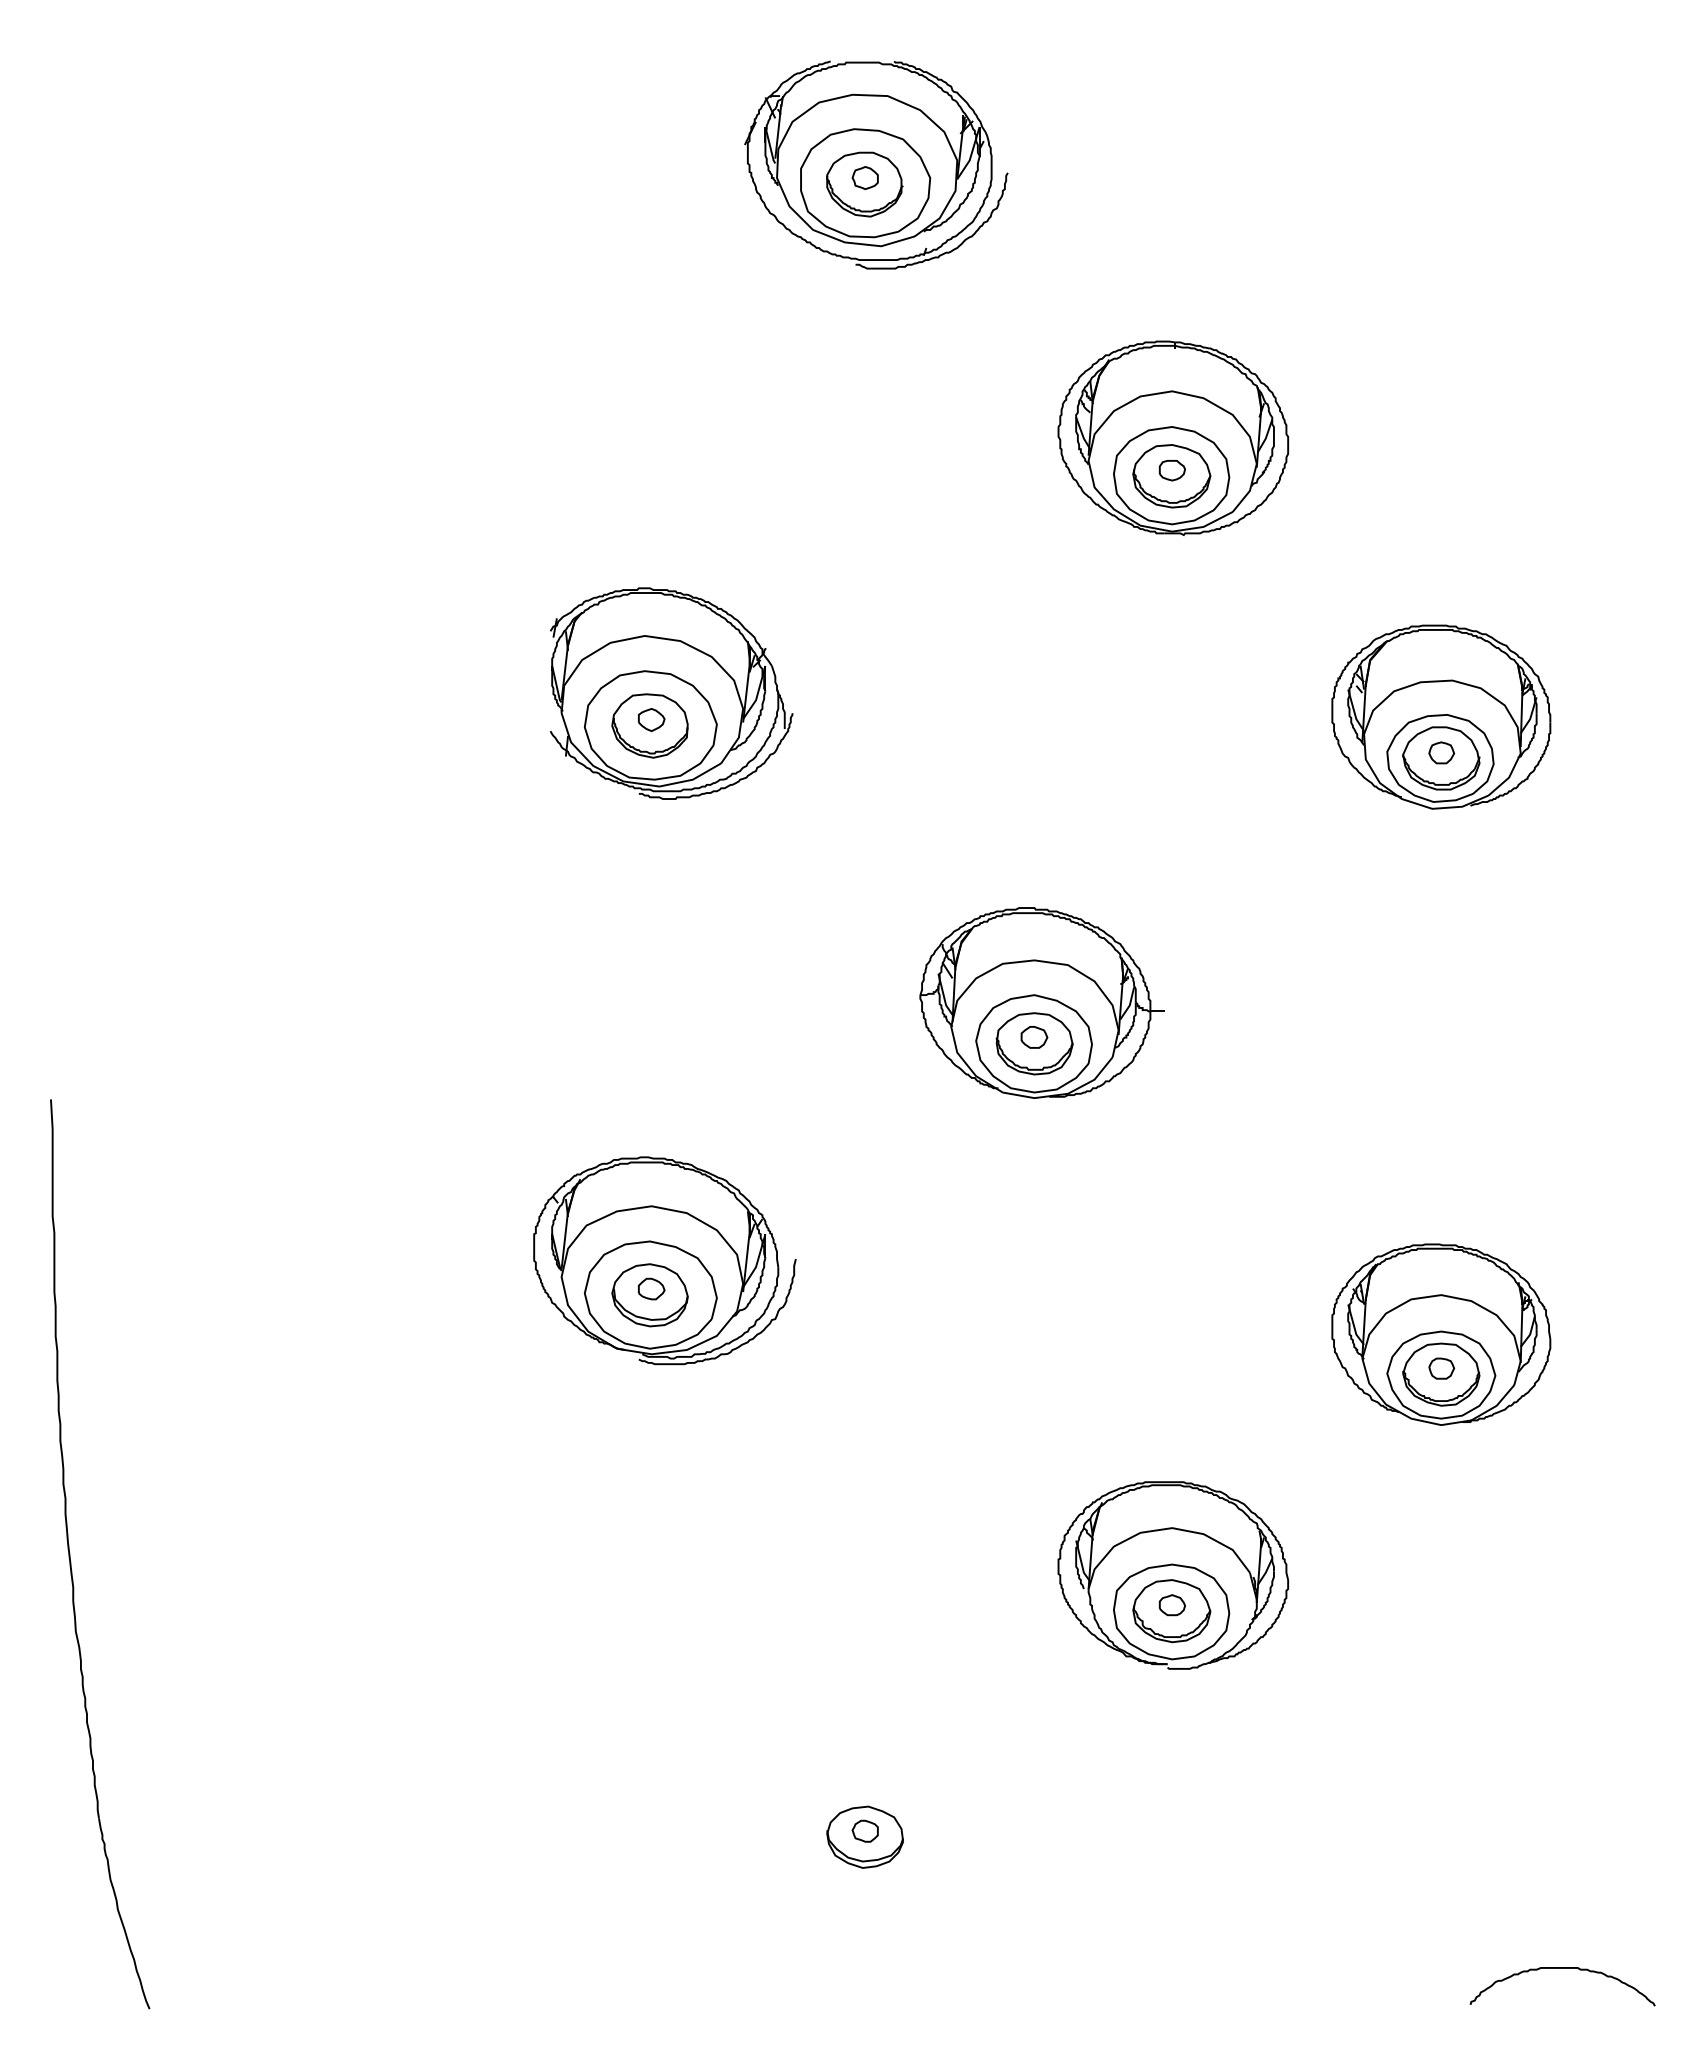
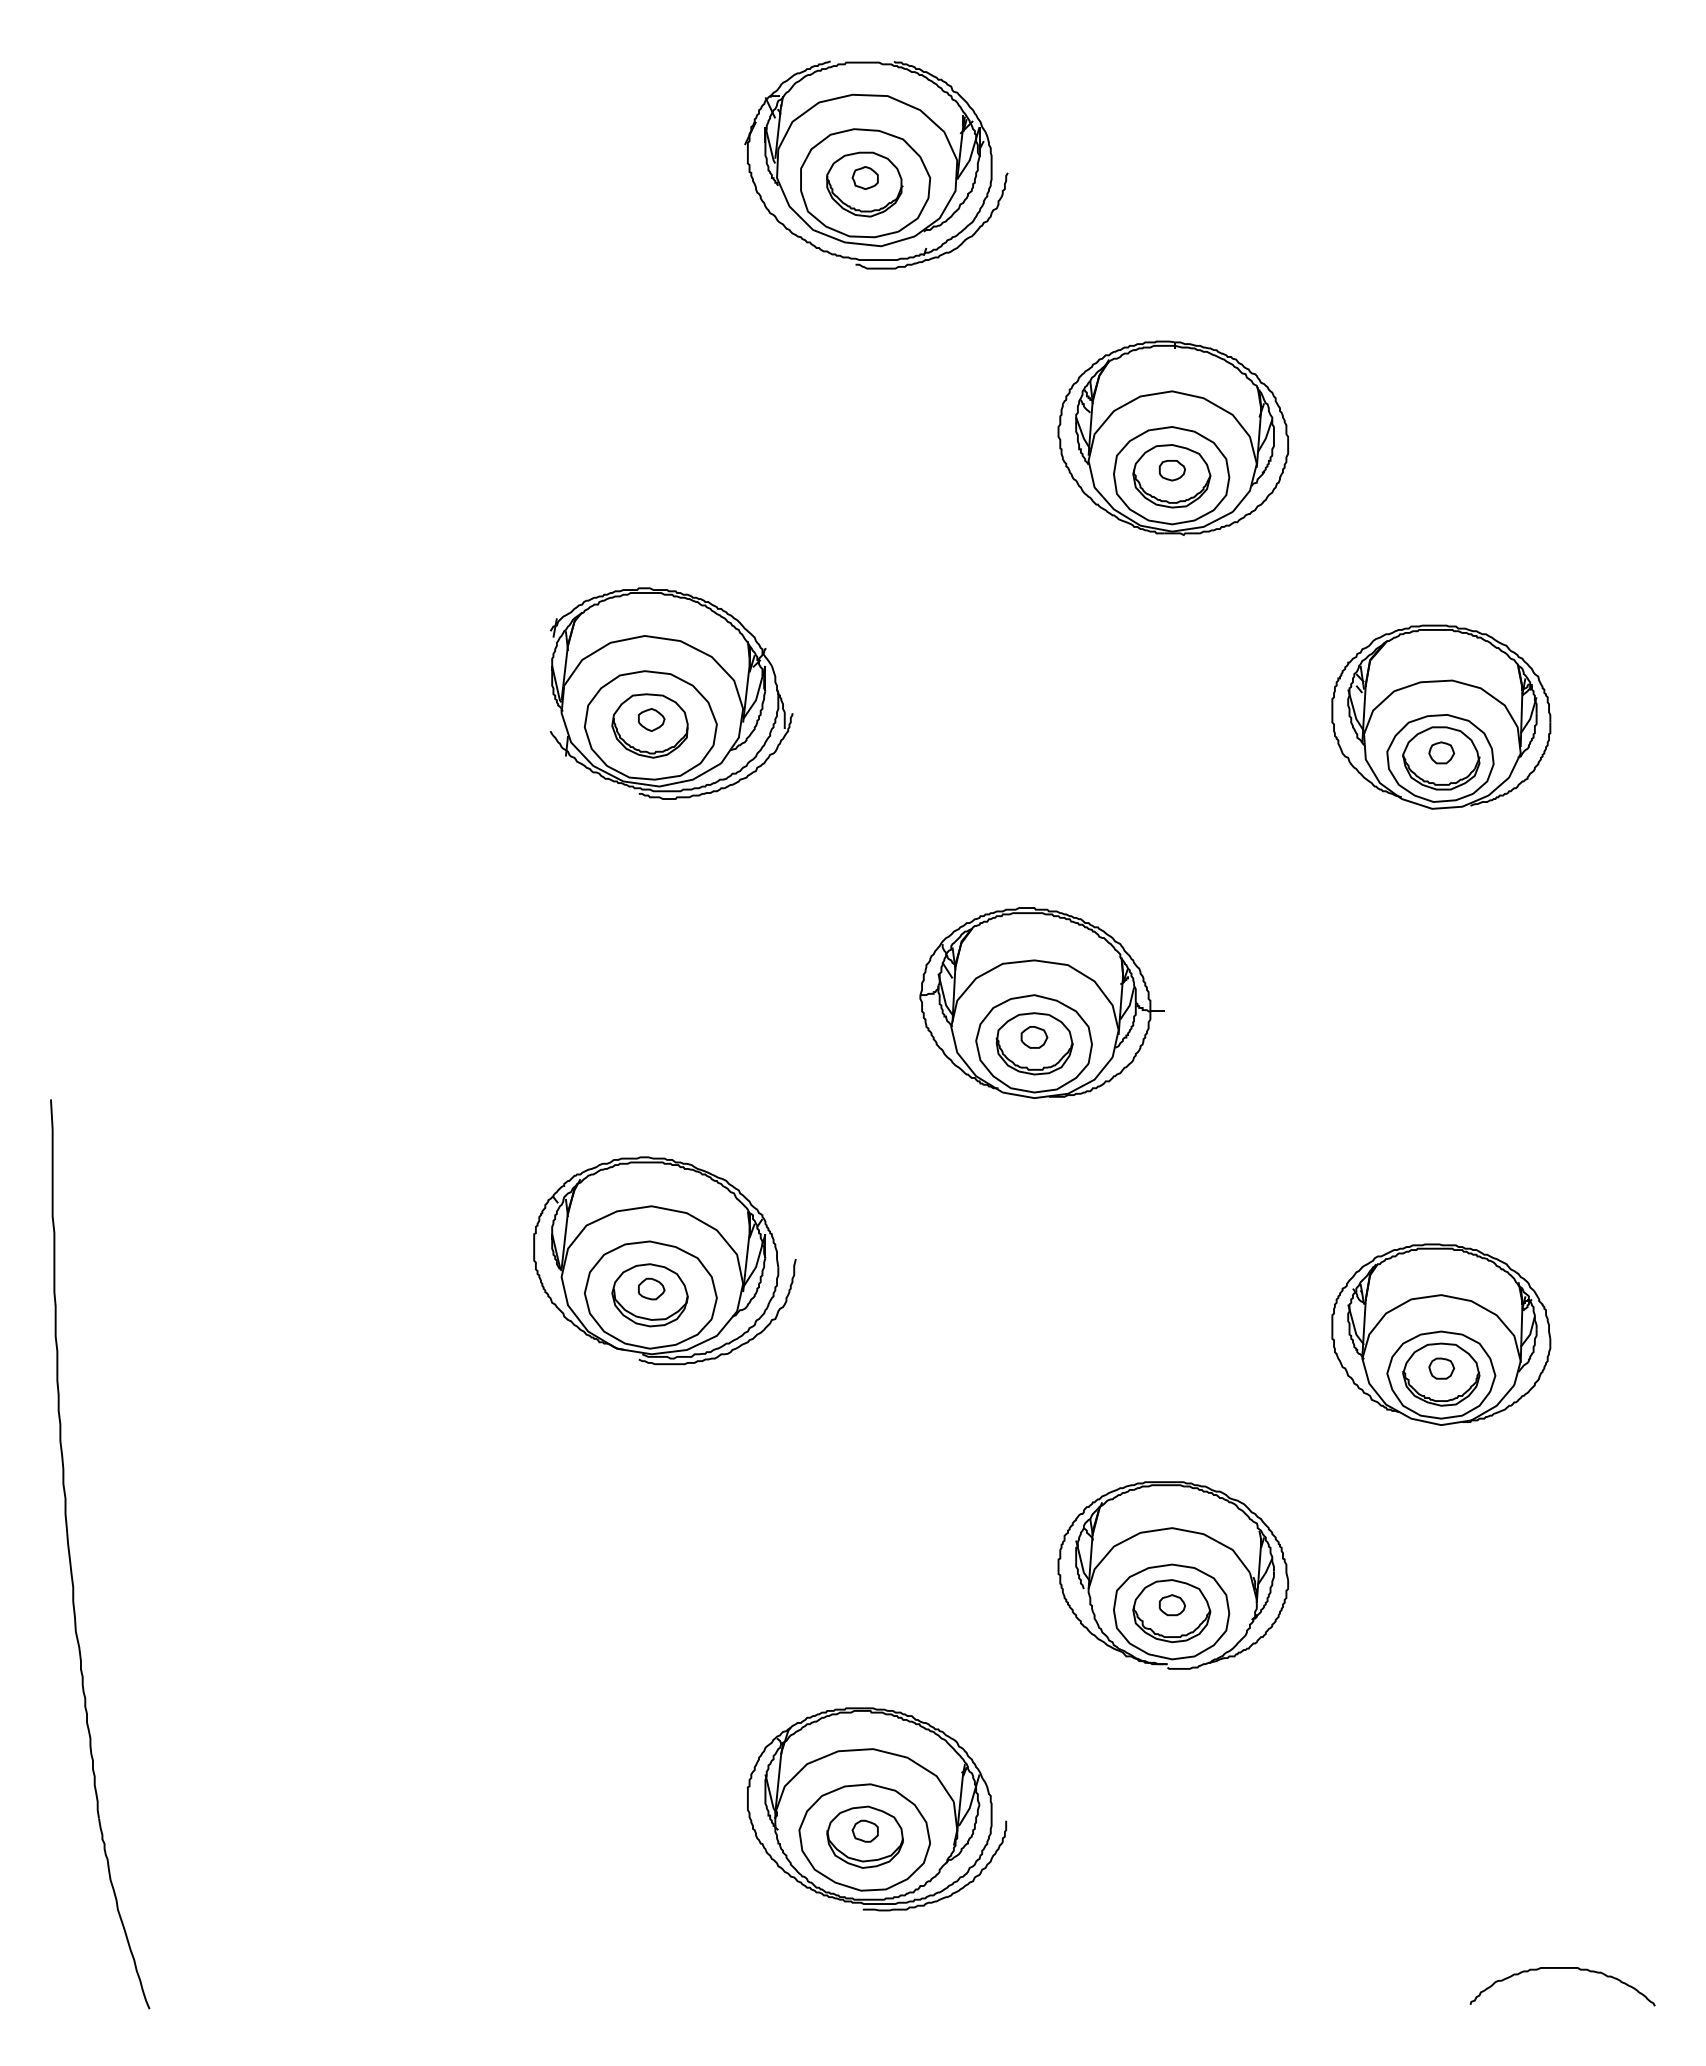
part at (877, 1809): none -> present
